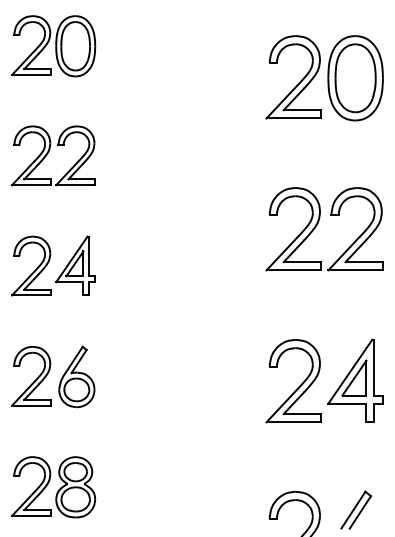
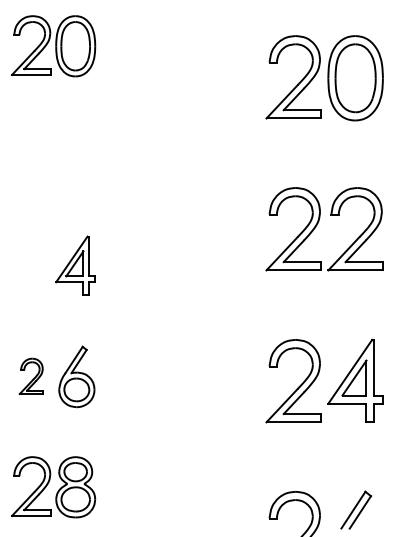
part at (53, 155): present -> none
part at (31, 265): present -> none
part at (31, 376) size: 41x61 px -> 26x39 px
